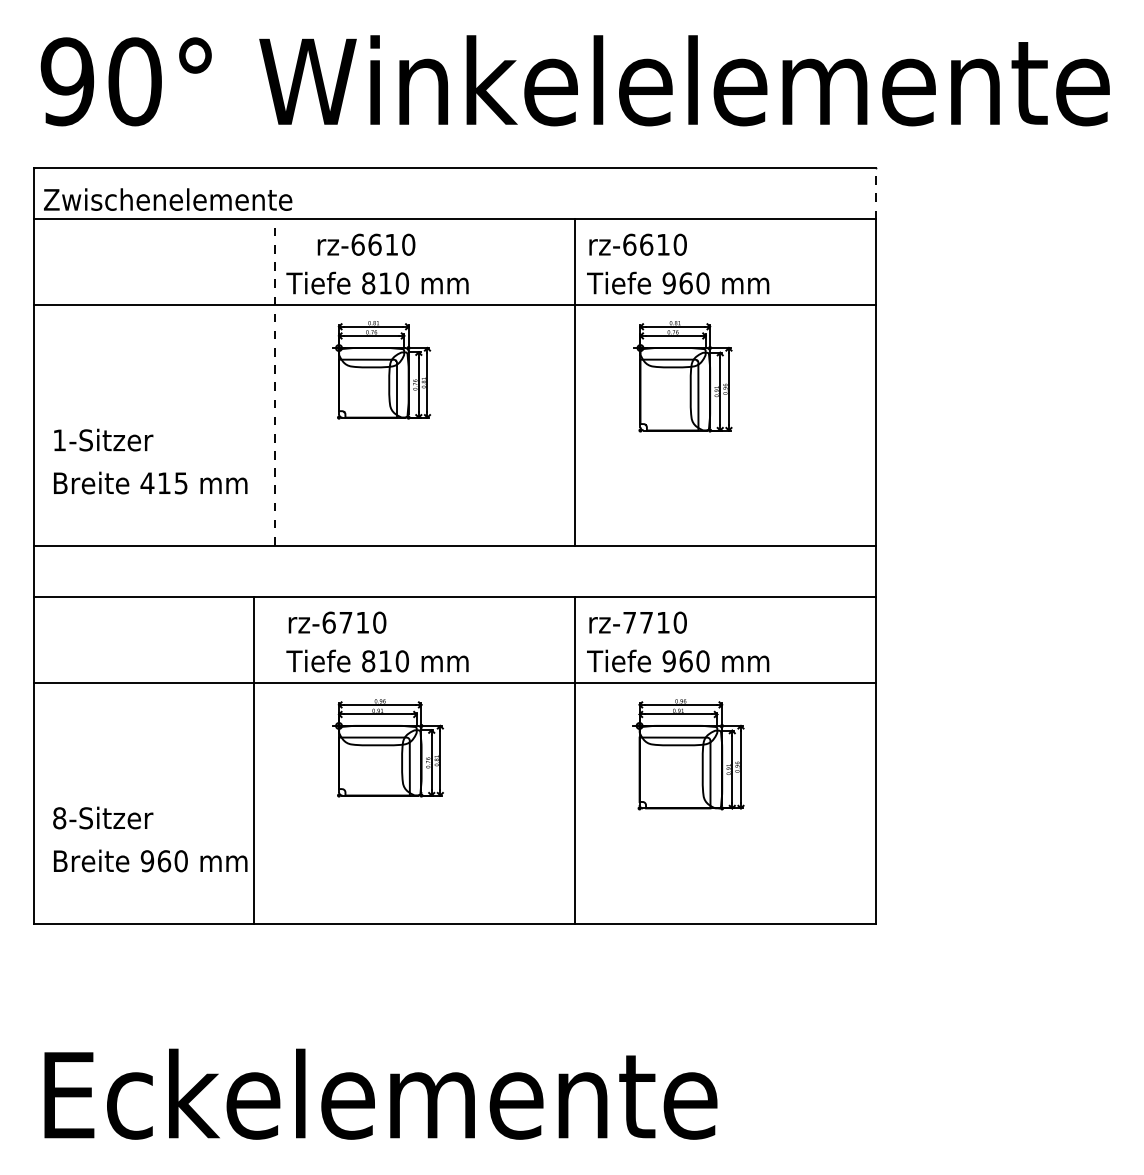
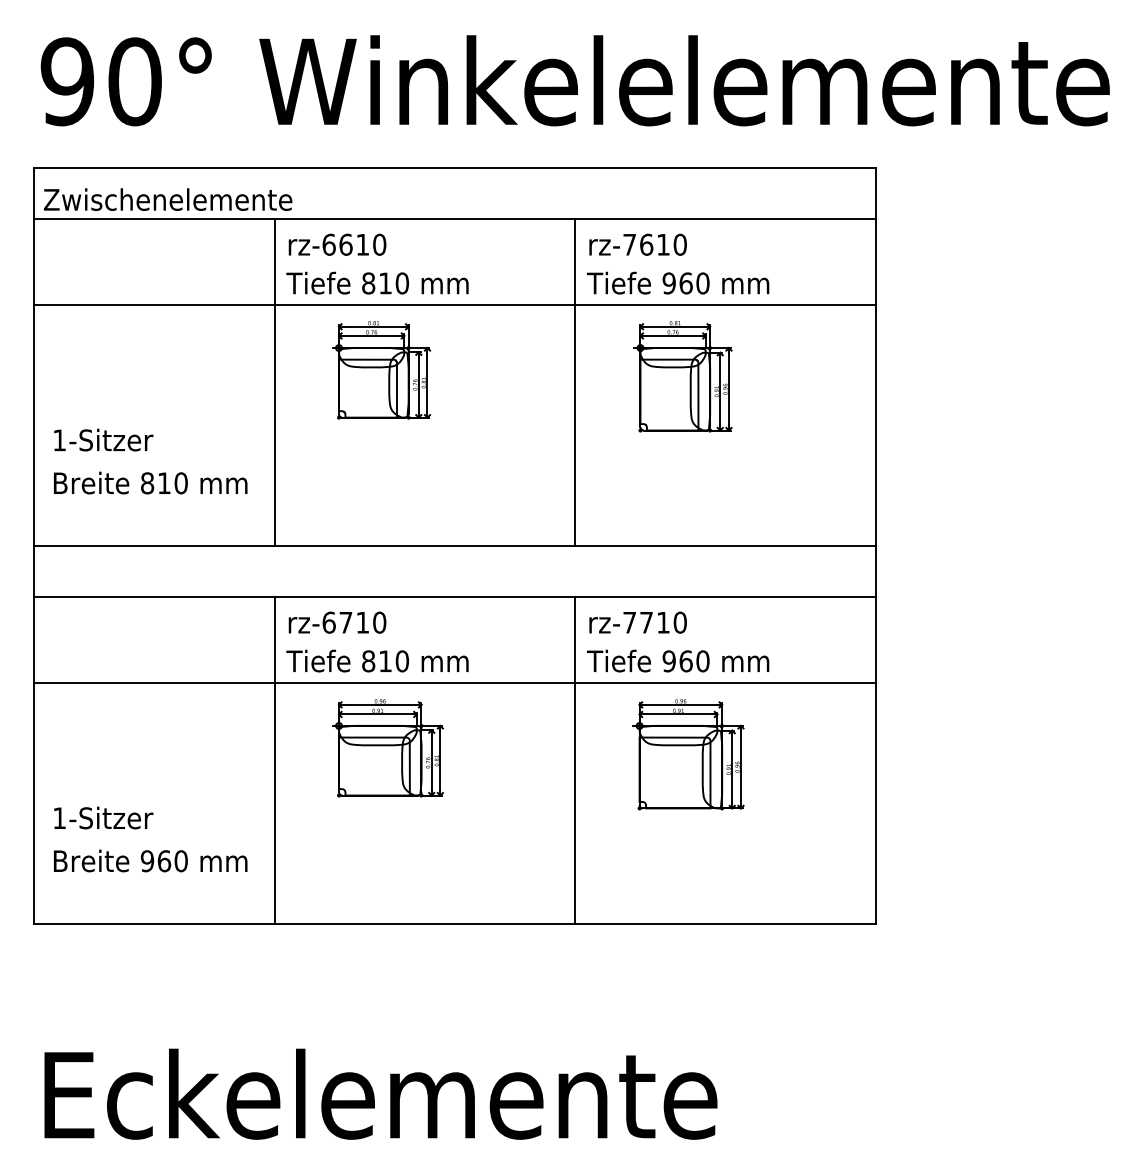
line at (875, 193): dashed -> solid
text at (366, 244) position: (366, 244) -> (337, 244)
text at (629, 244): rz-6610 -> rz-7610
line at (274, 381): dashed -> solid
text at (163, 483): 415 -> 810
line at (253, 760) position: (253, 760) -> (274, 760)
text at (59, 818): 8-Sitzer -> 1-Sitzer
